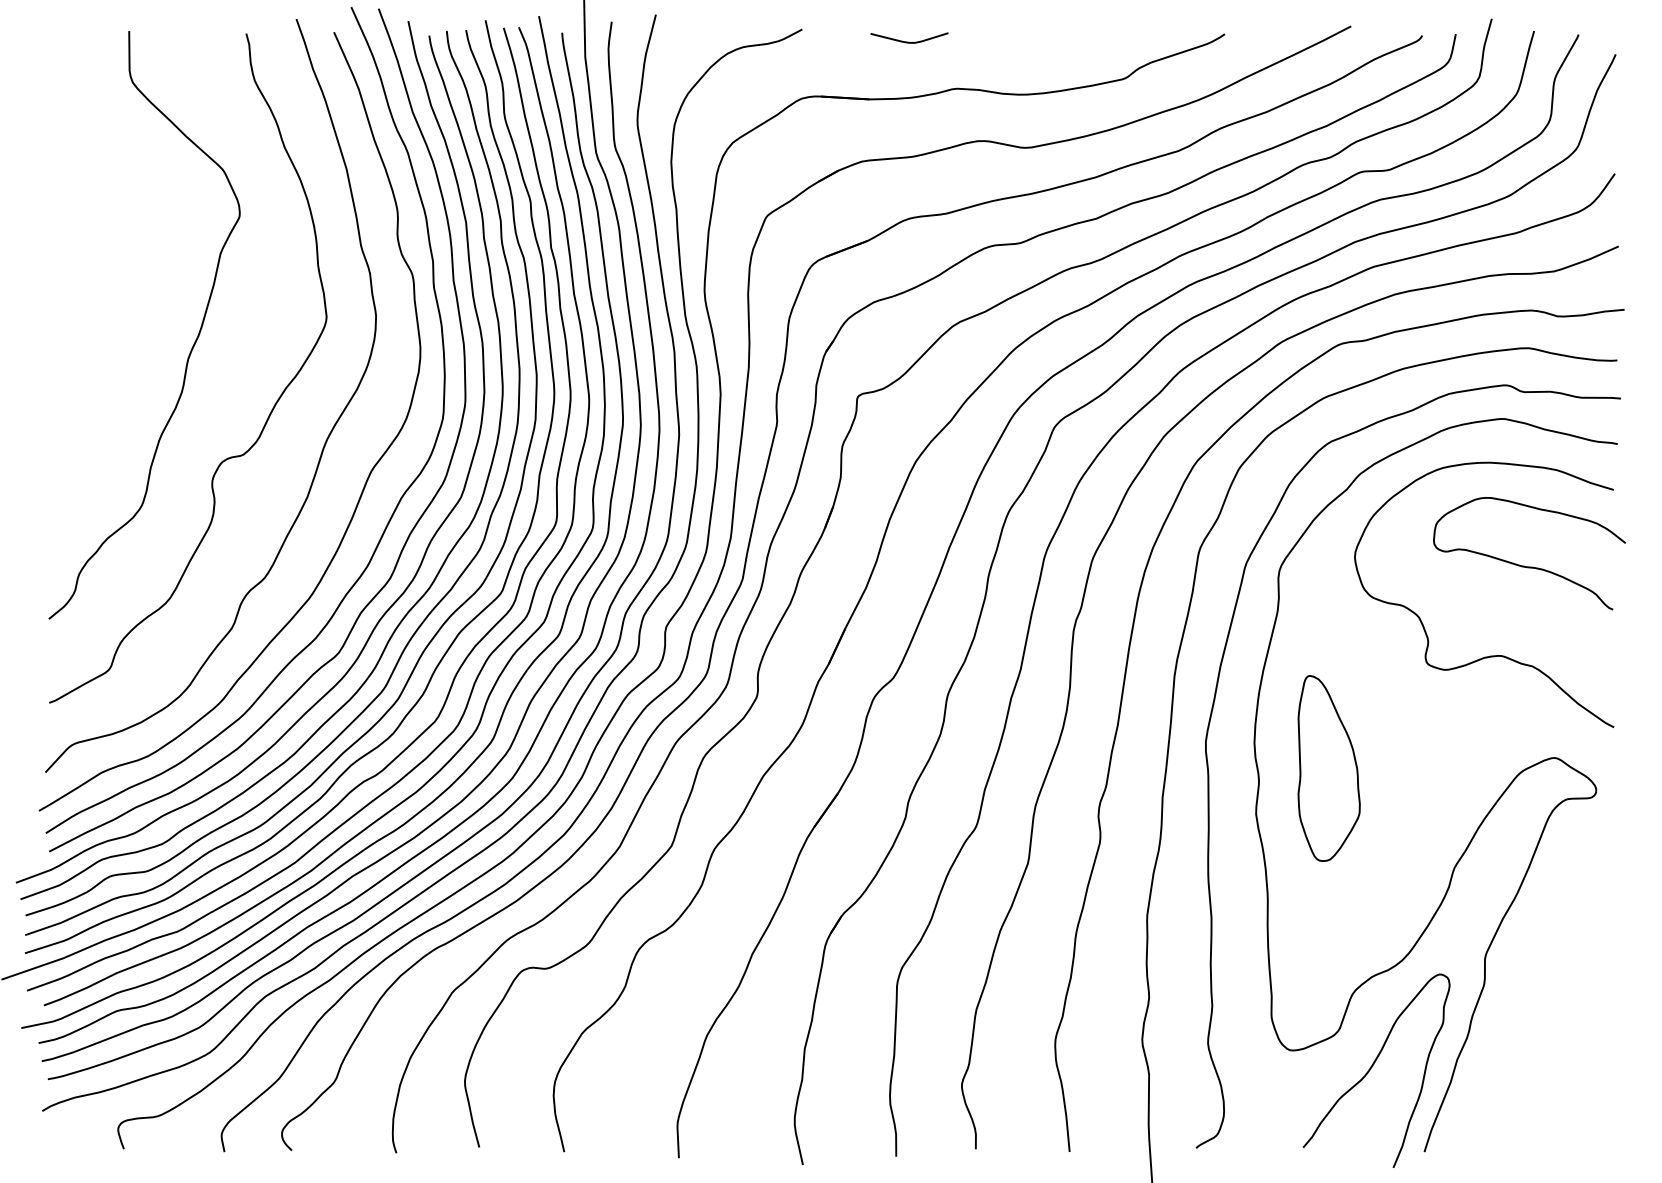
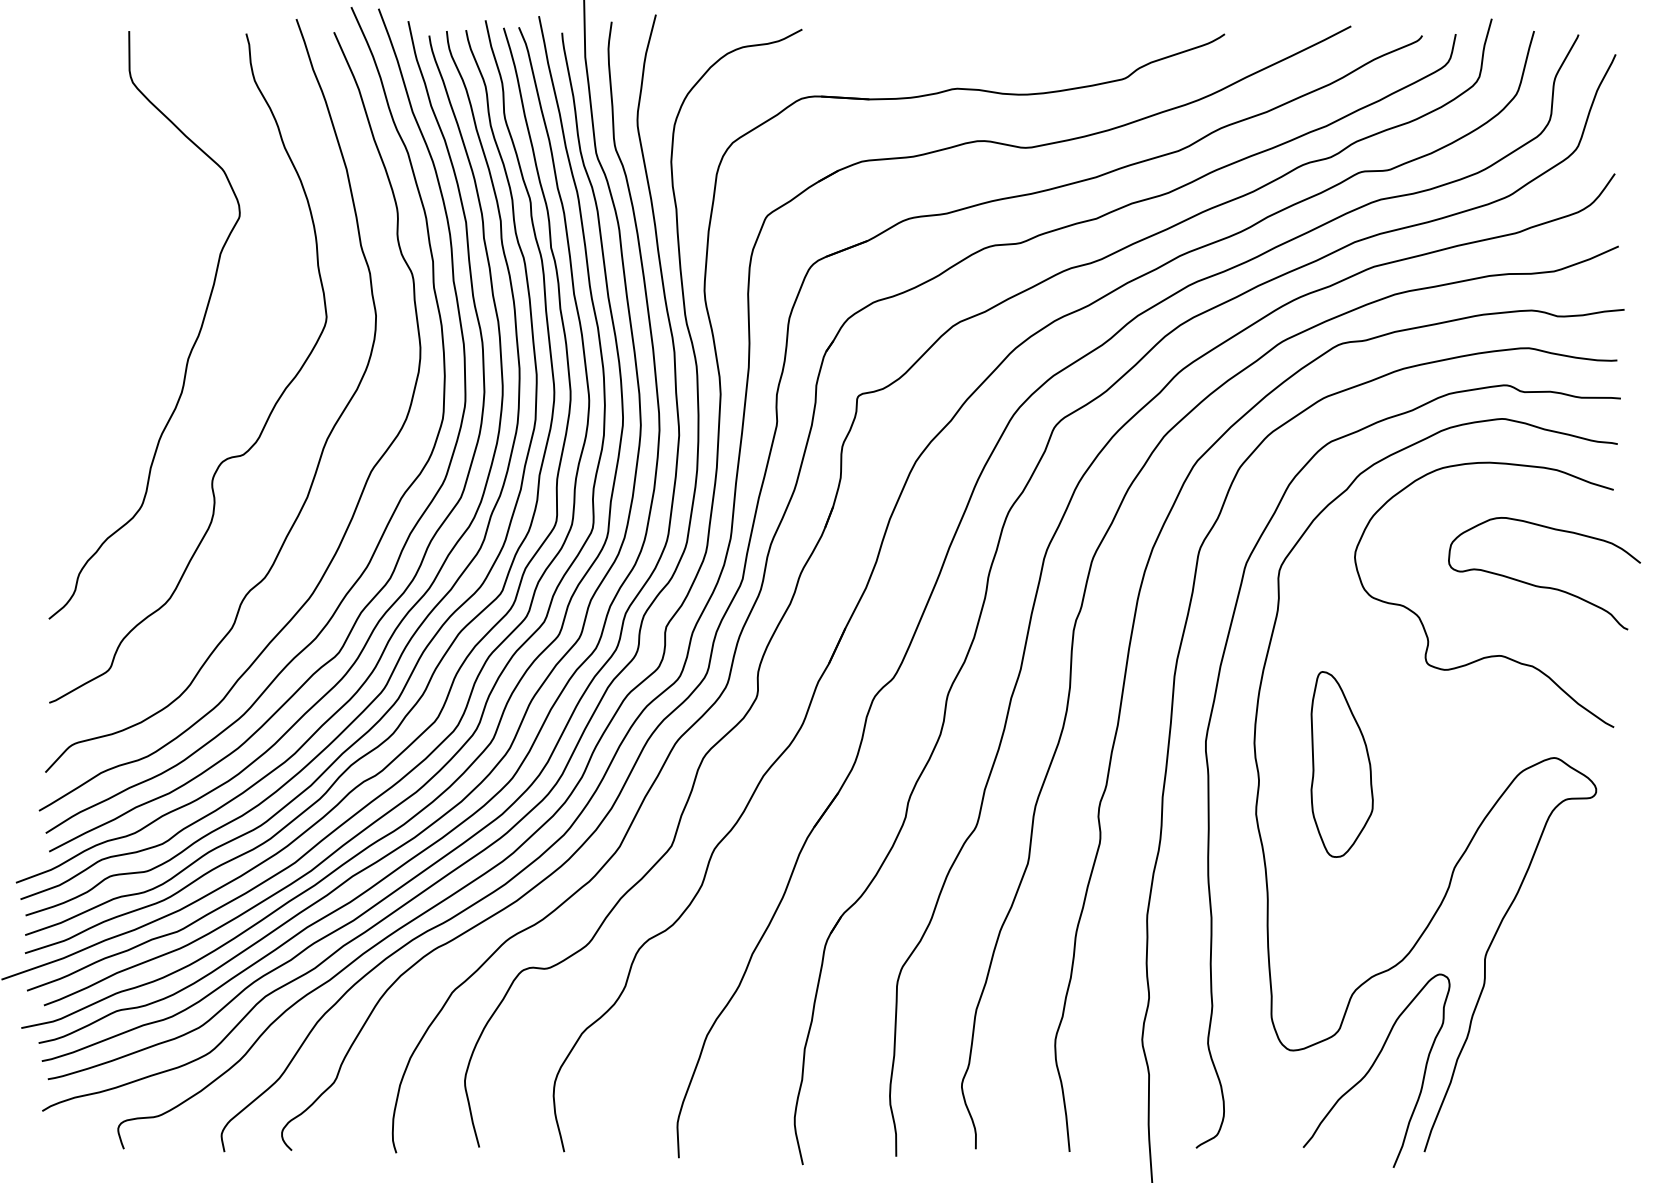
curve at (908, 41): present -> none
curve at (1524, 565) position: (1524, 565) -> (1539, 585)
part at (1328, 768) position: (1328, 768) -> (1341, 764)
